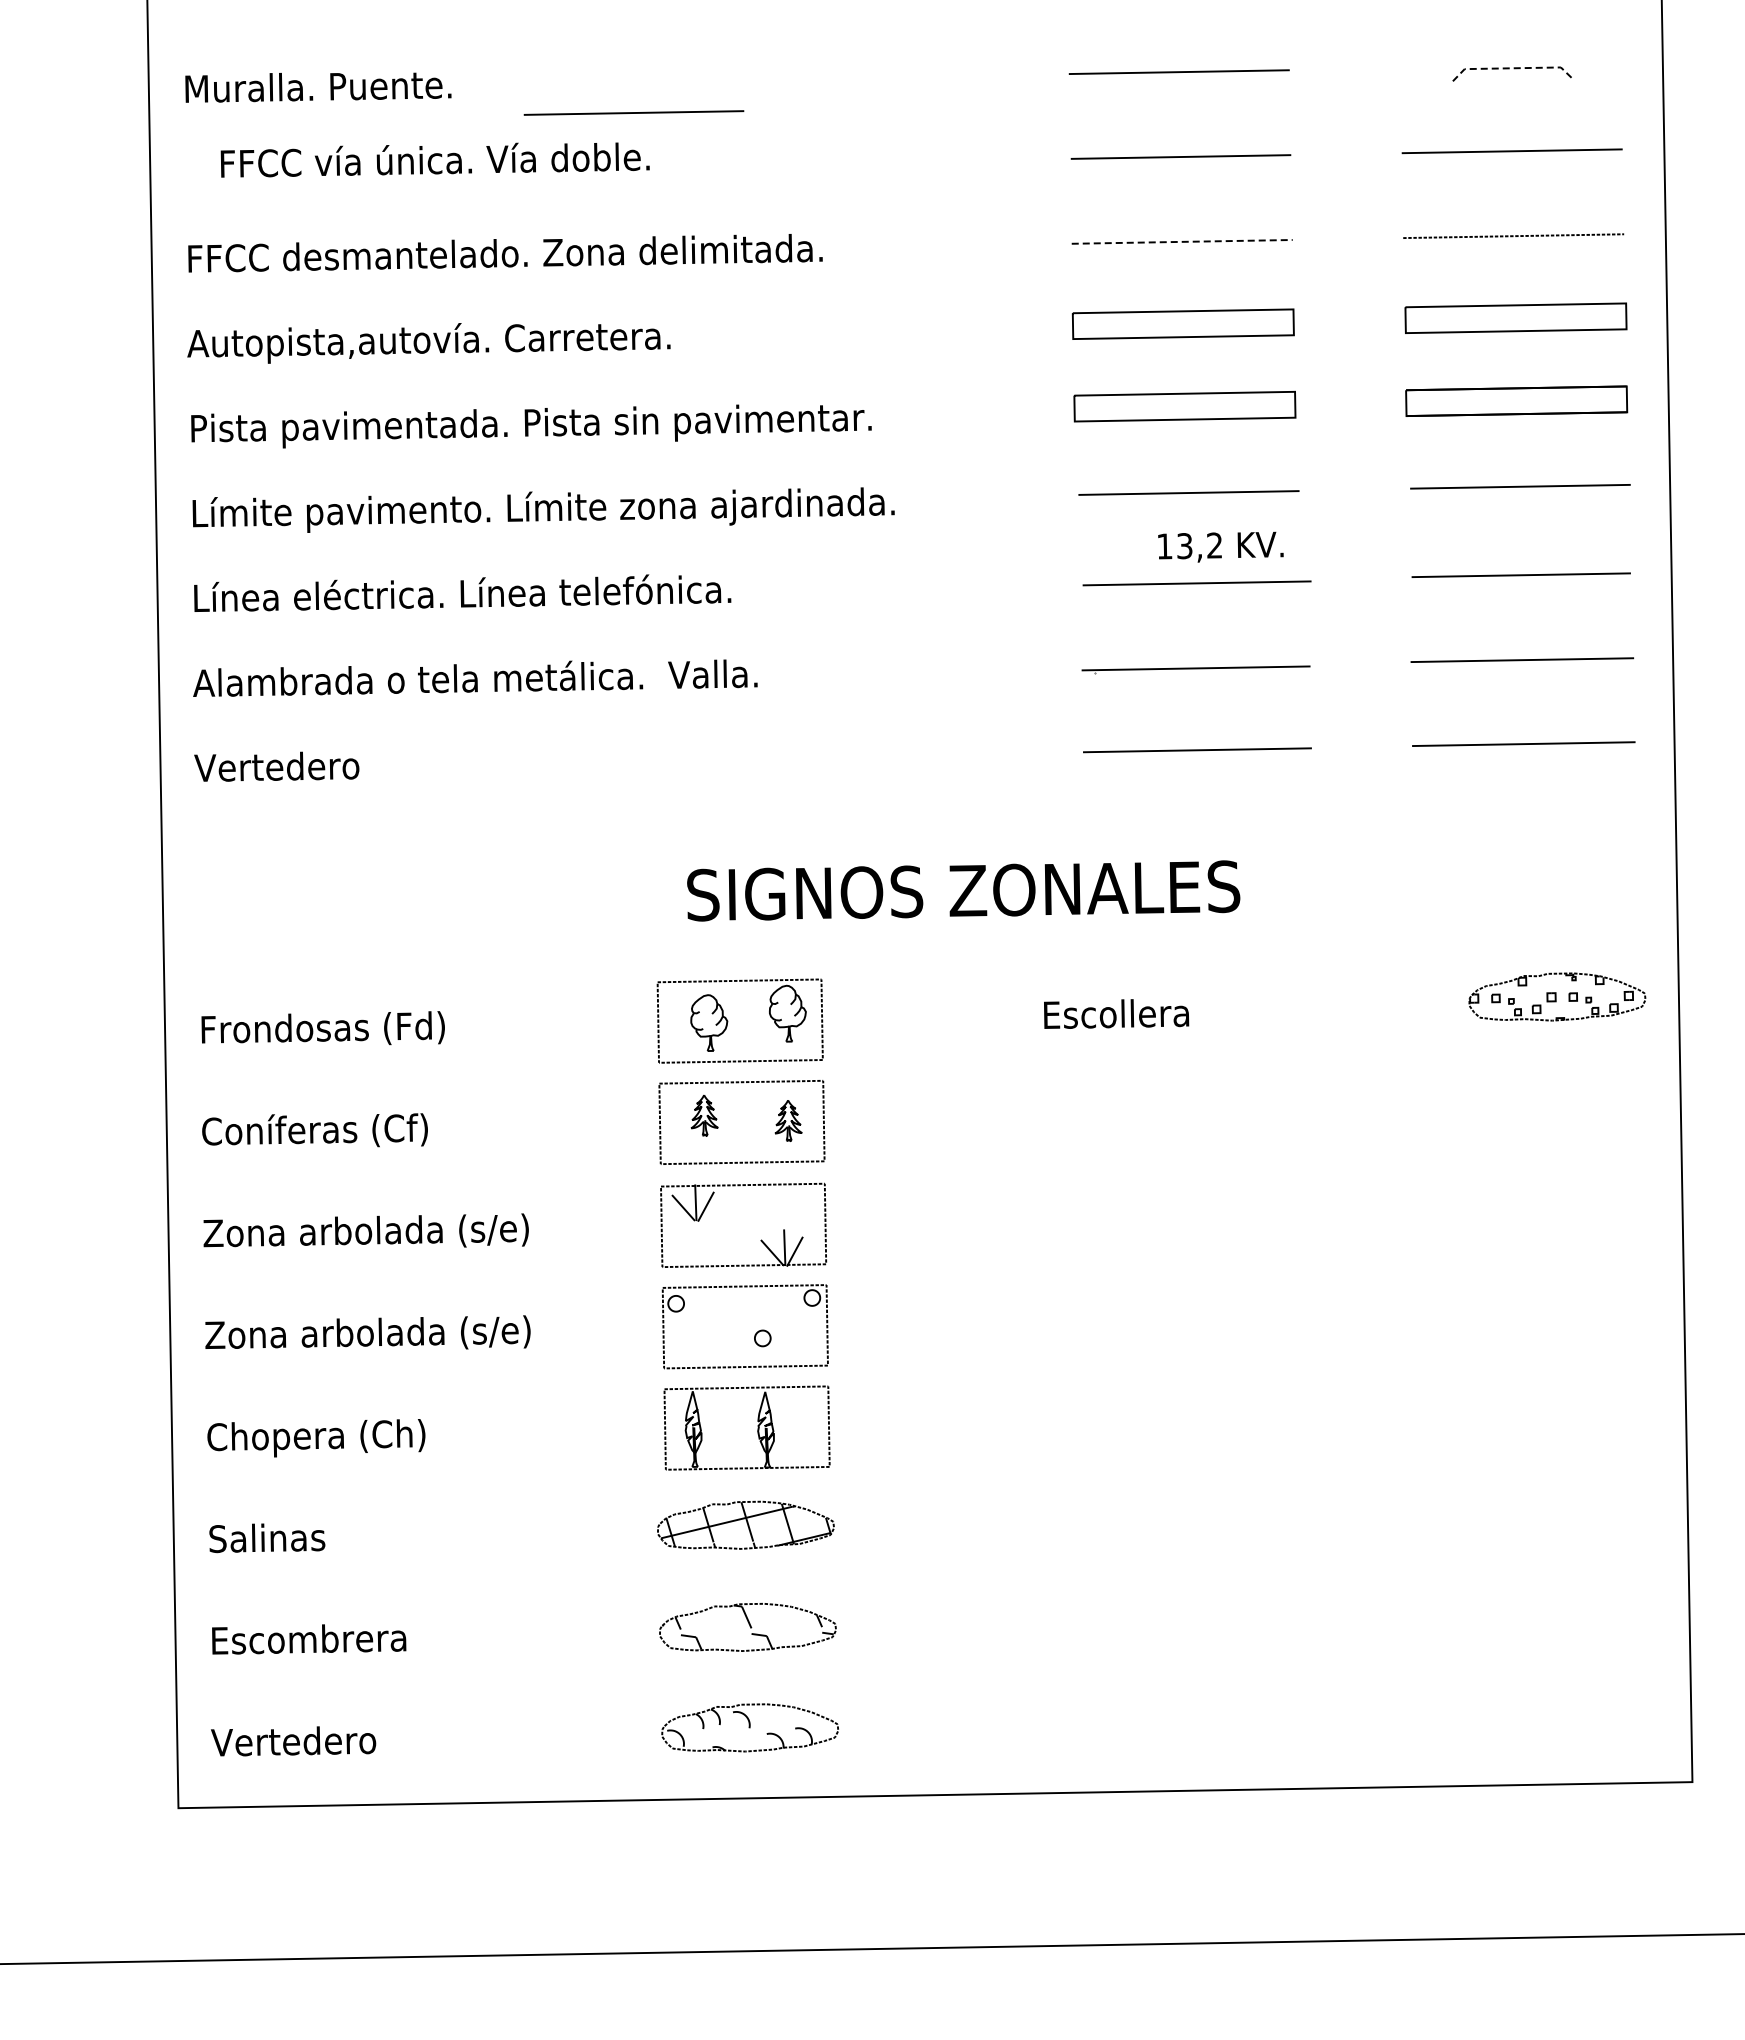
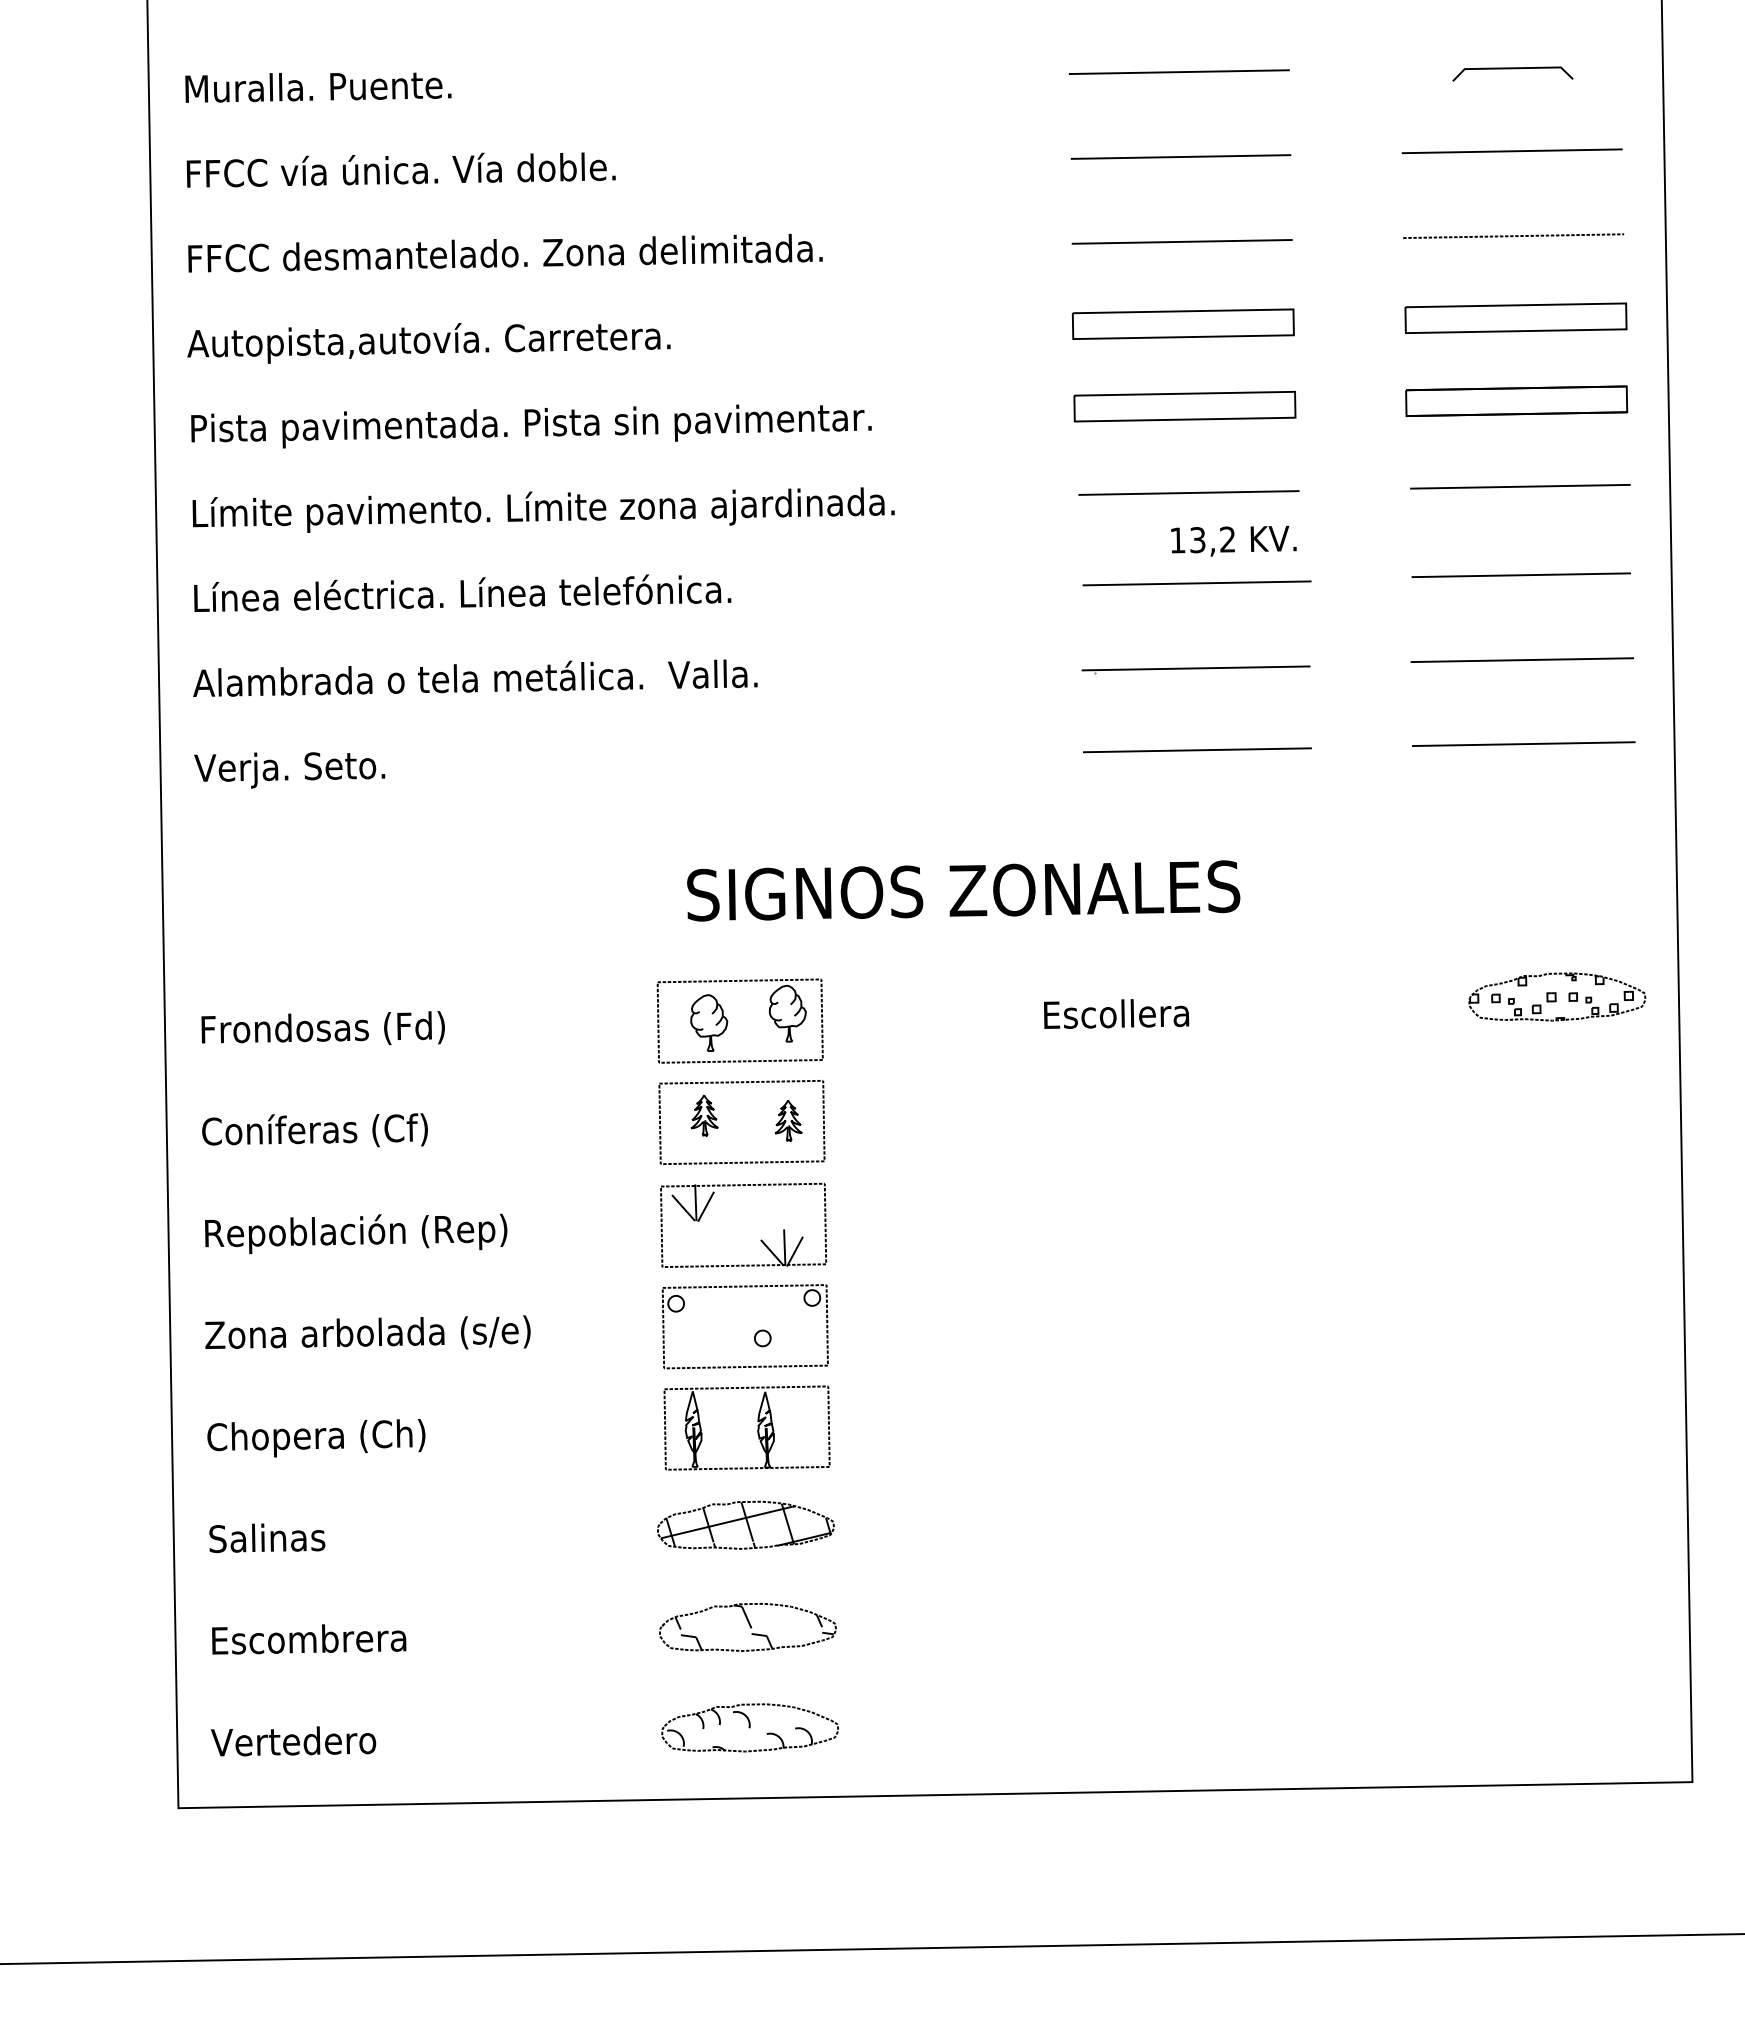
line at (1513, 68): dashed -> solid
line at (633, 112): present -> none
text at (434, 159) position: (434, 159) -> (400, 169)
line at (1182, 241): dashed -> solid
text at (1220, 546) position: (1220, 546) -> (1233, 540)
text at (318, 769): Vertedero -> Verja. Seto.
text at (365, 1233): Zona arbolada (s/e) -> Repoblación (Rep)
